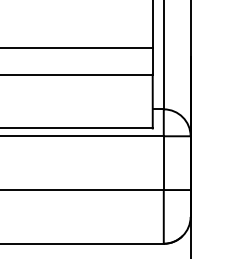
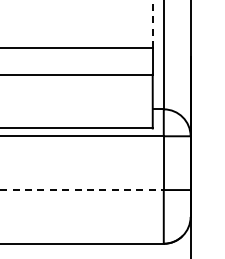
line at (152, 24): solid -> dashed
line at (82, 190): solid -> dashed
